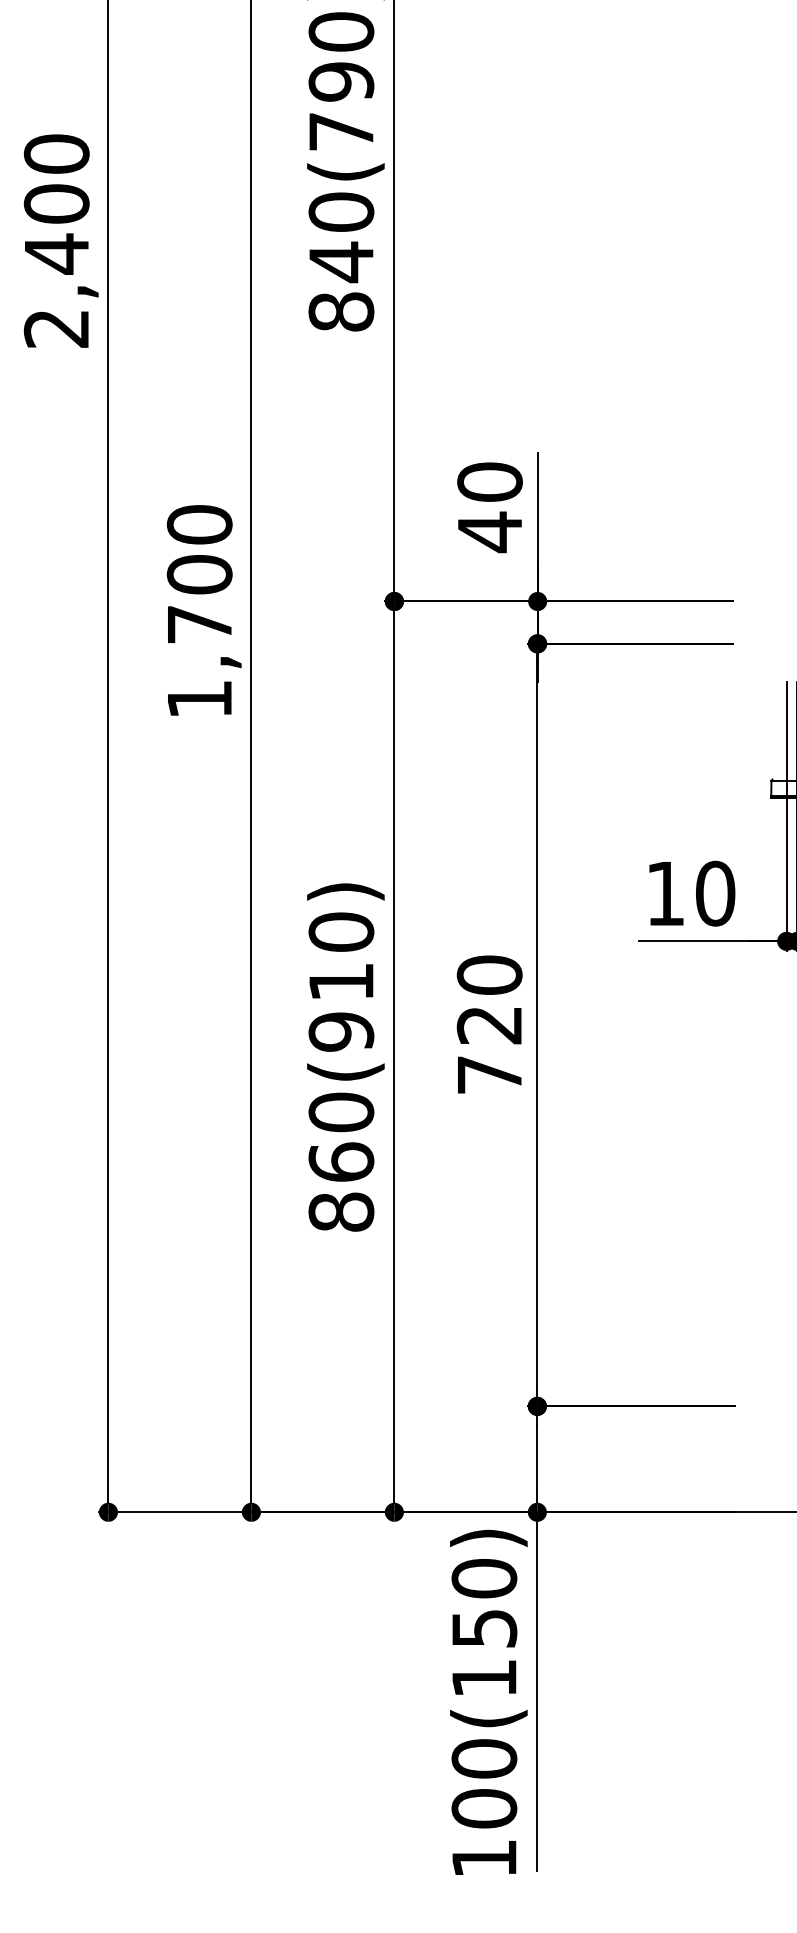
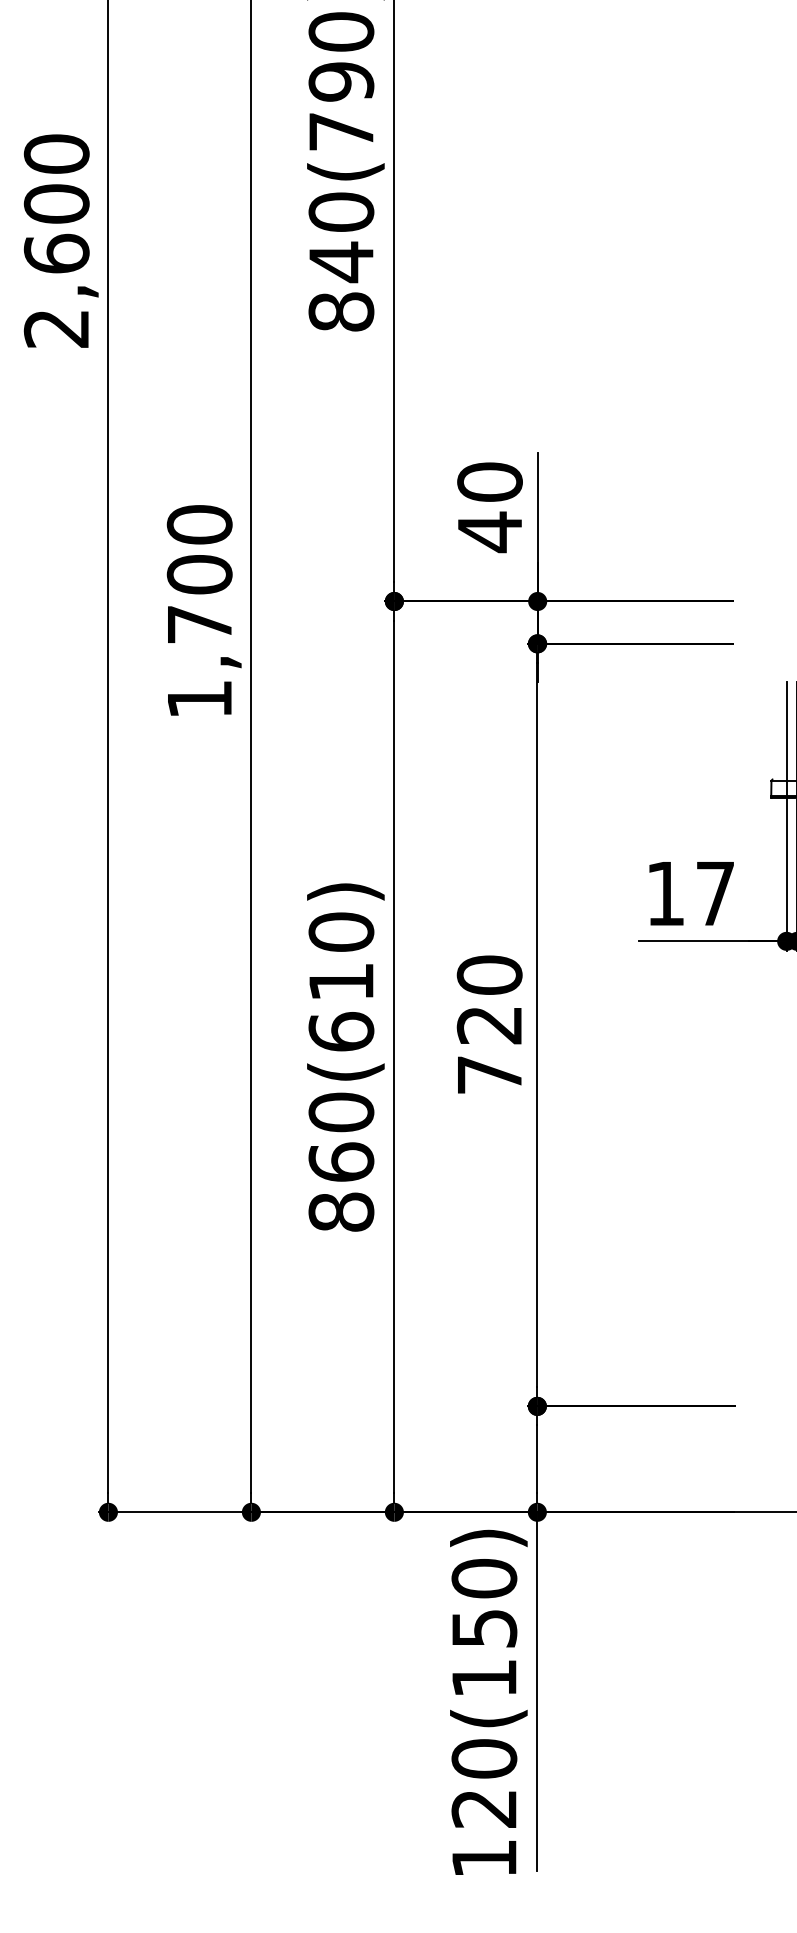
text at (56, 253): 2,400 -> 2,600
text at (715, 893): 10 -> 17
text at (341, 1031): 860(910) -> 860(610)
text at (484, 1808): 100(150) -> 120(150)
